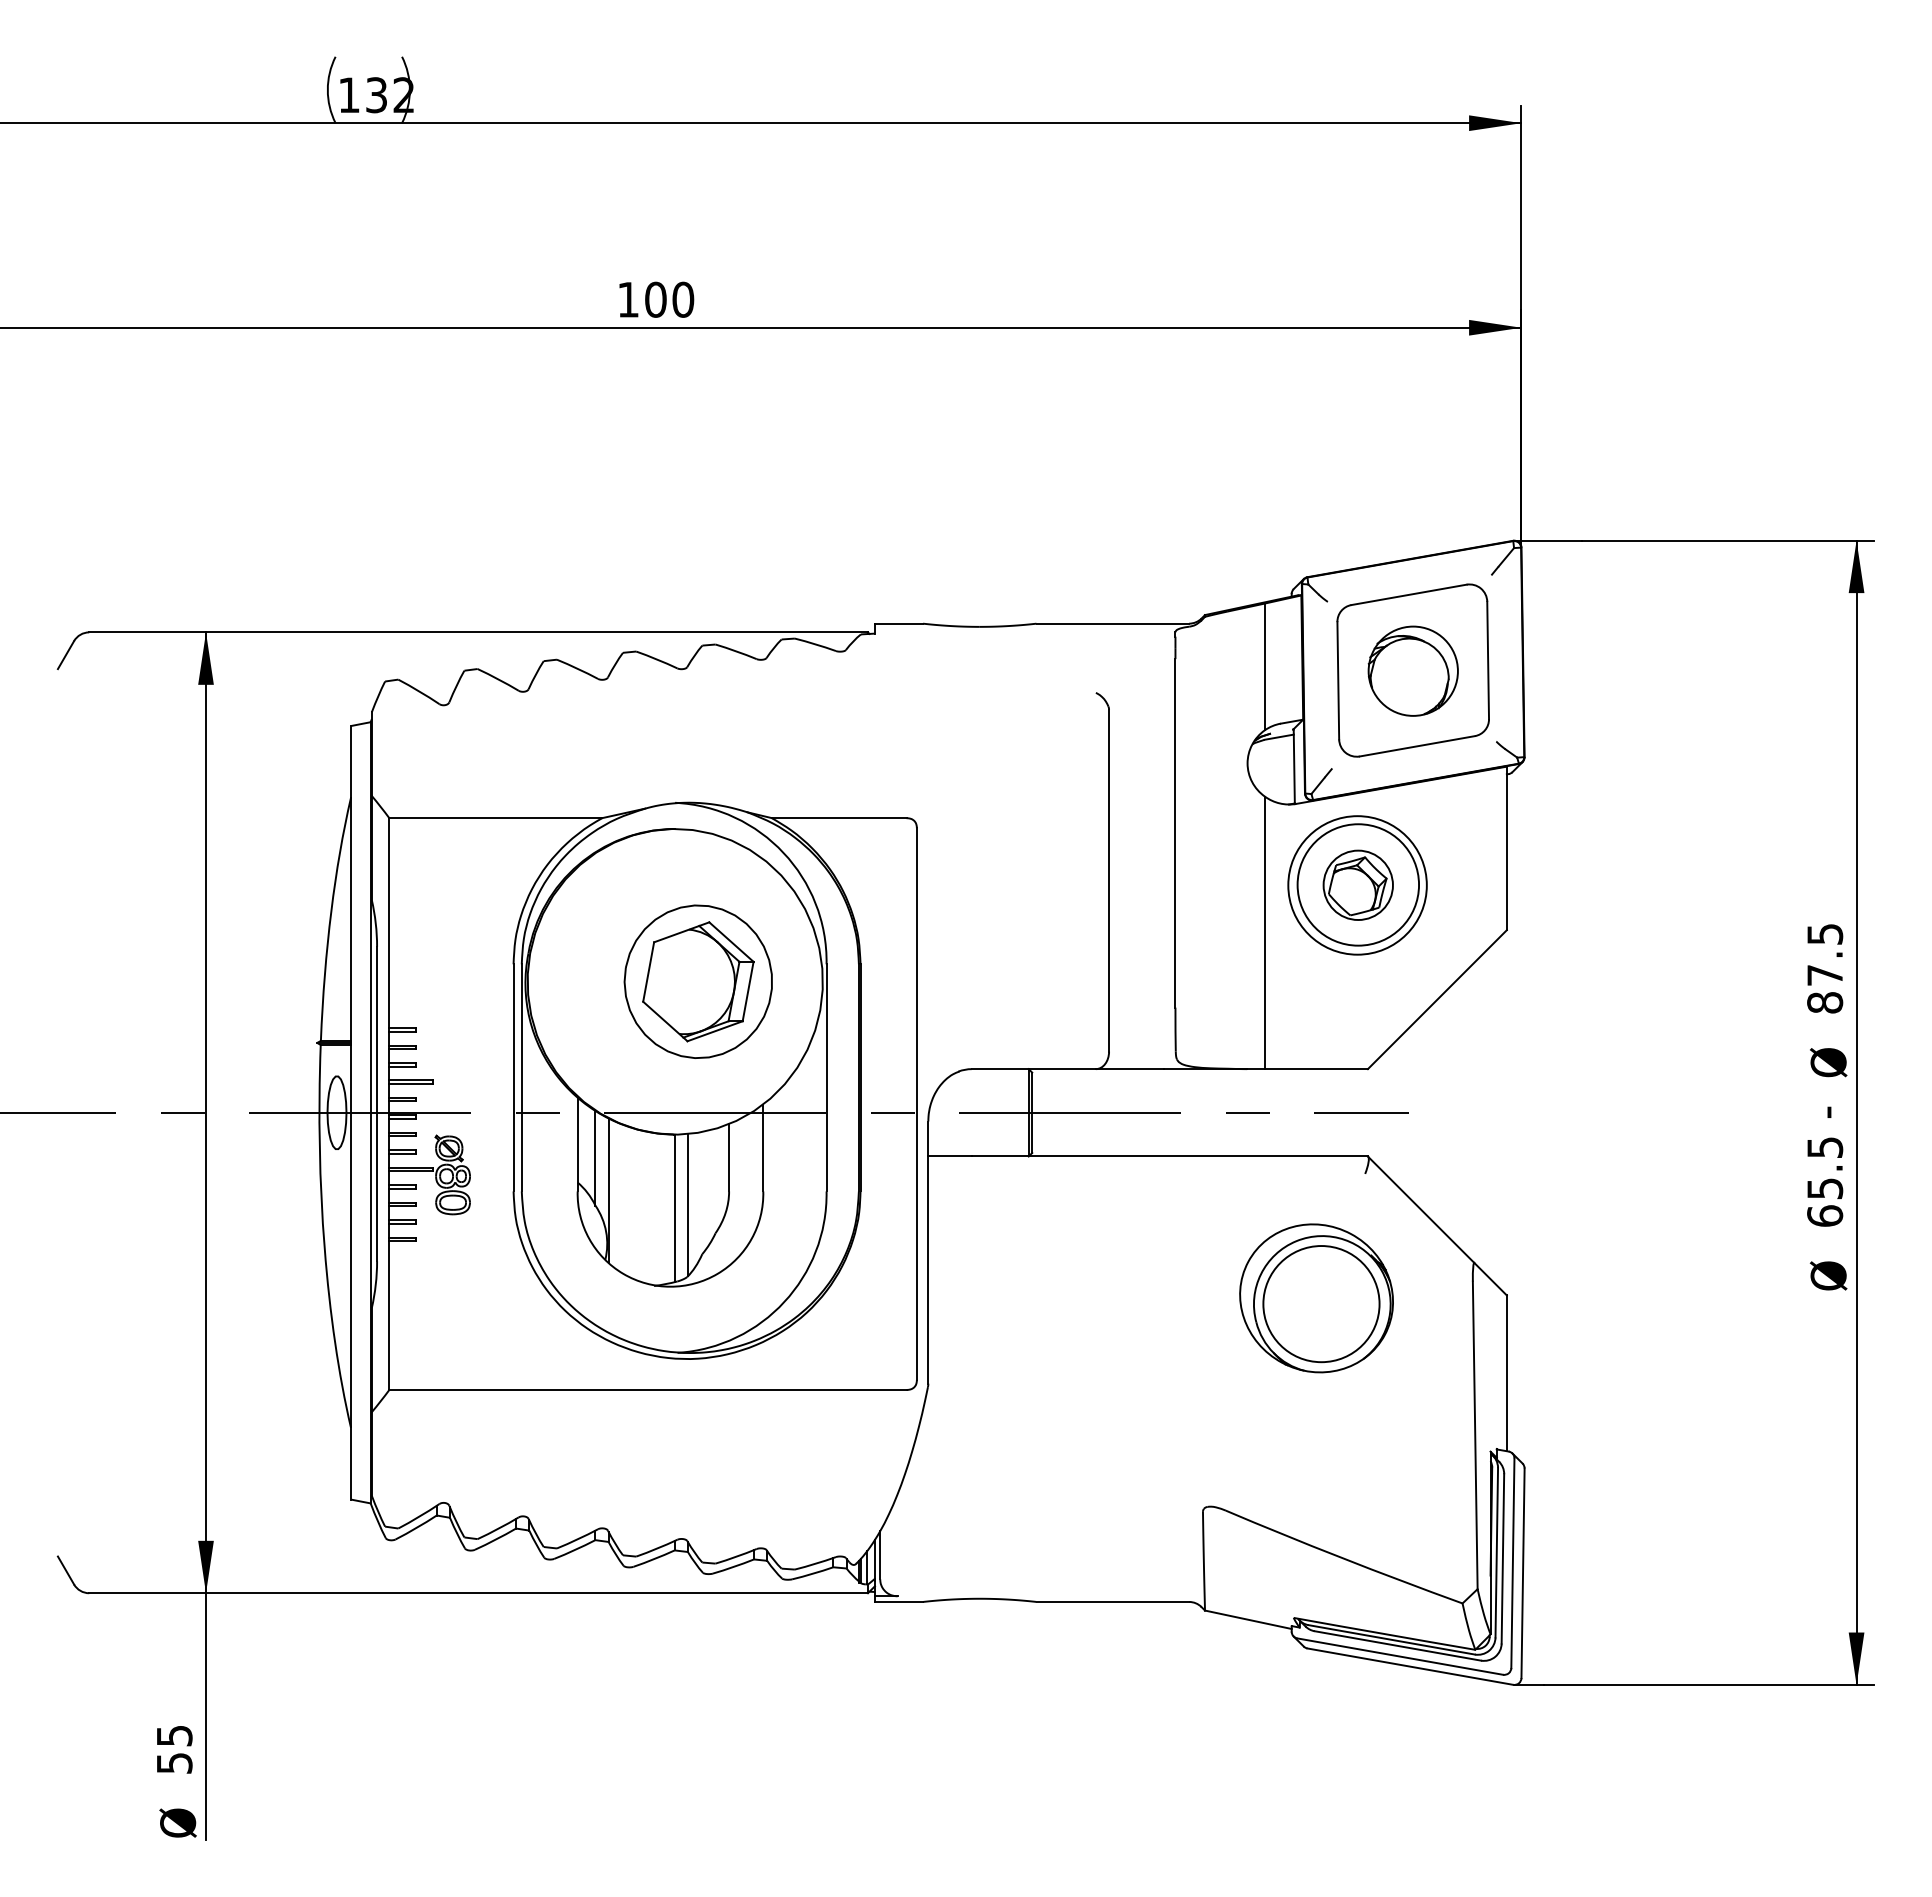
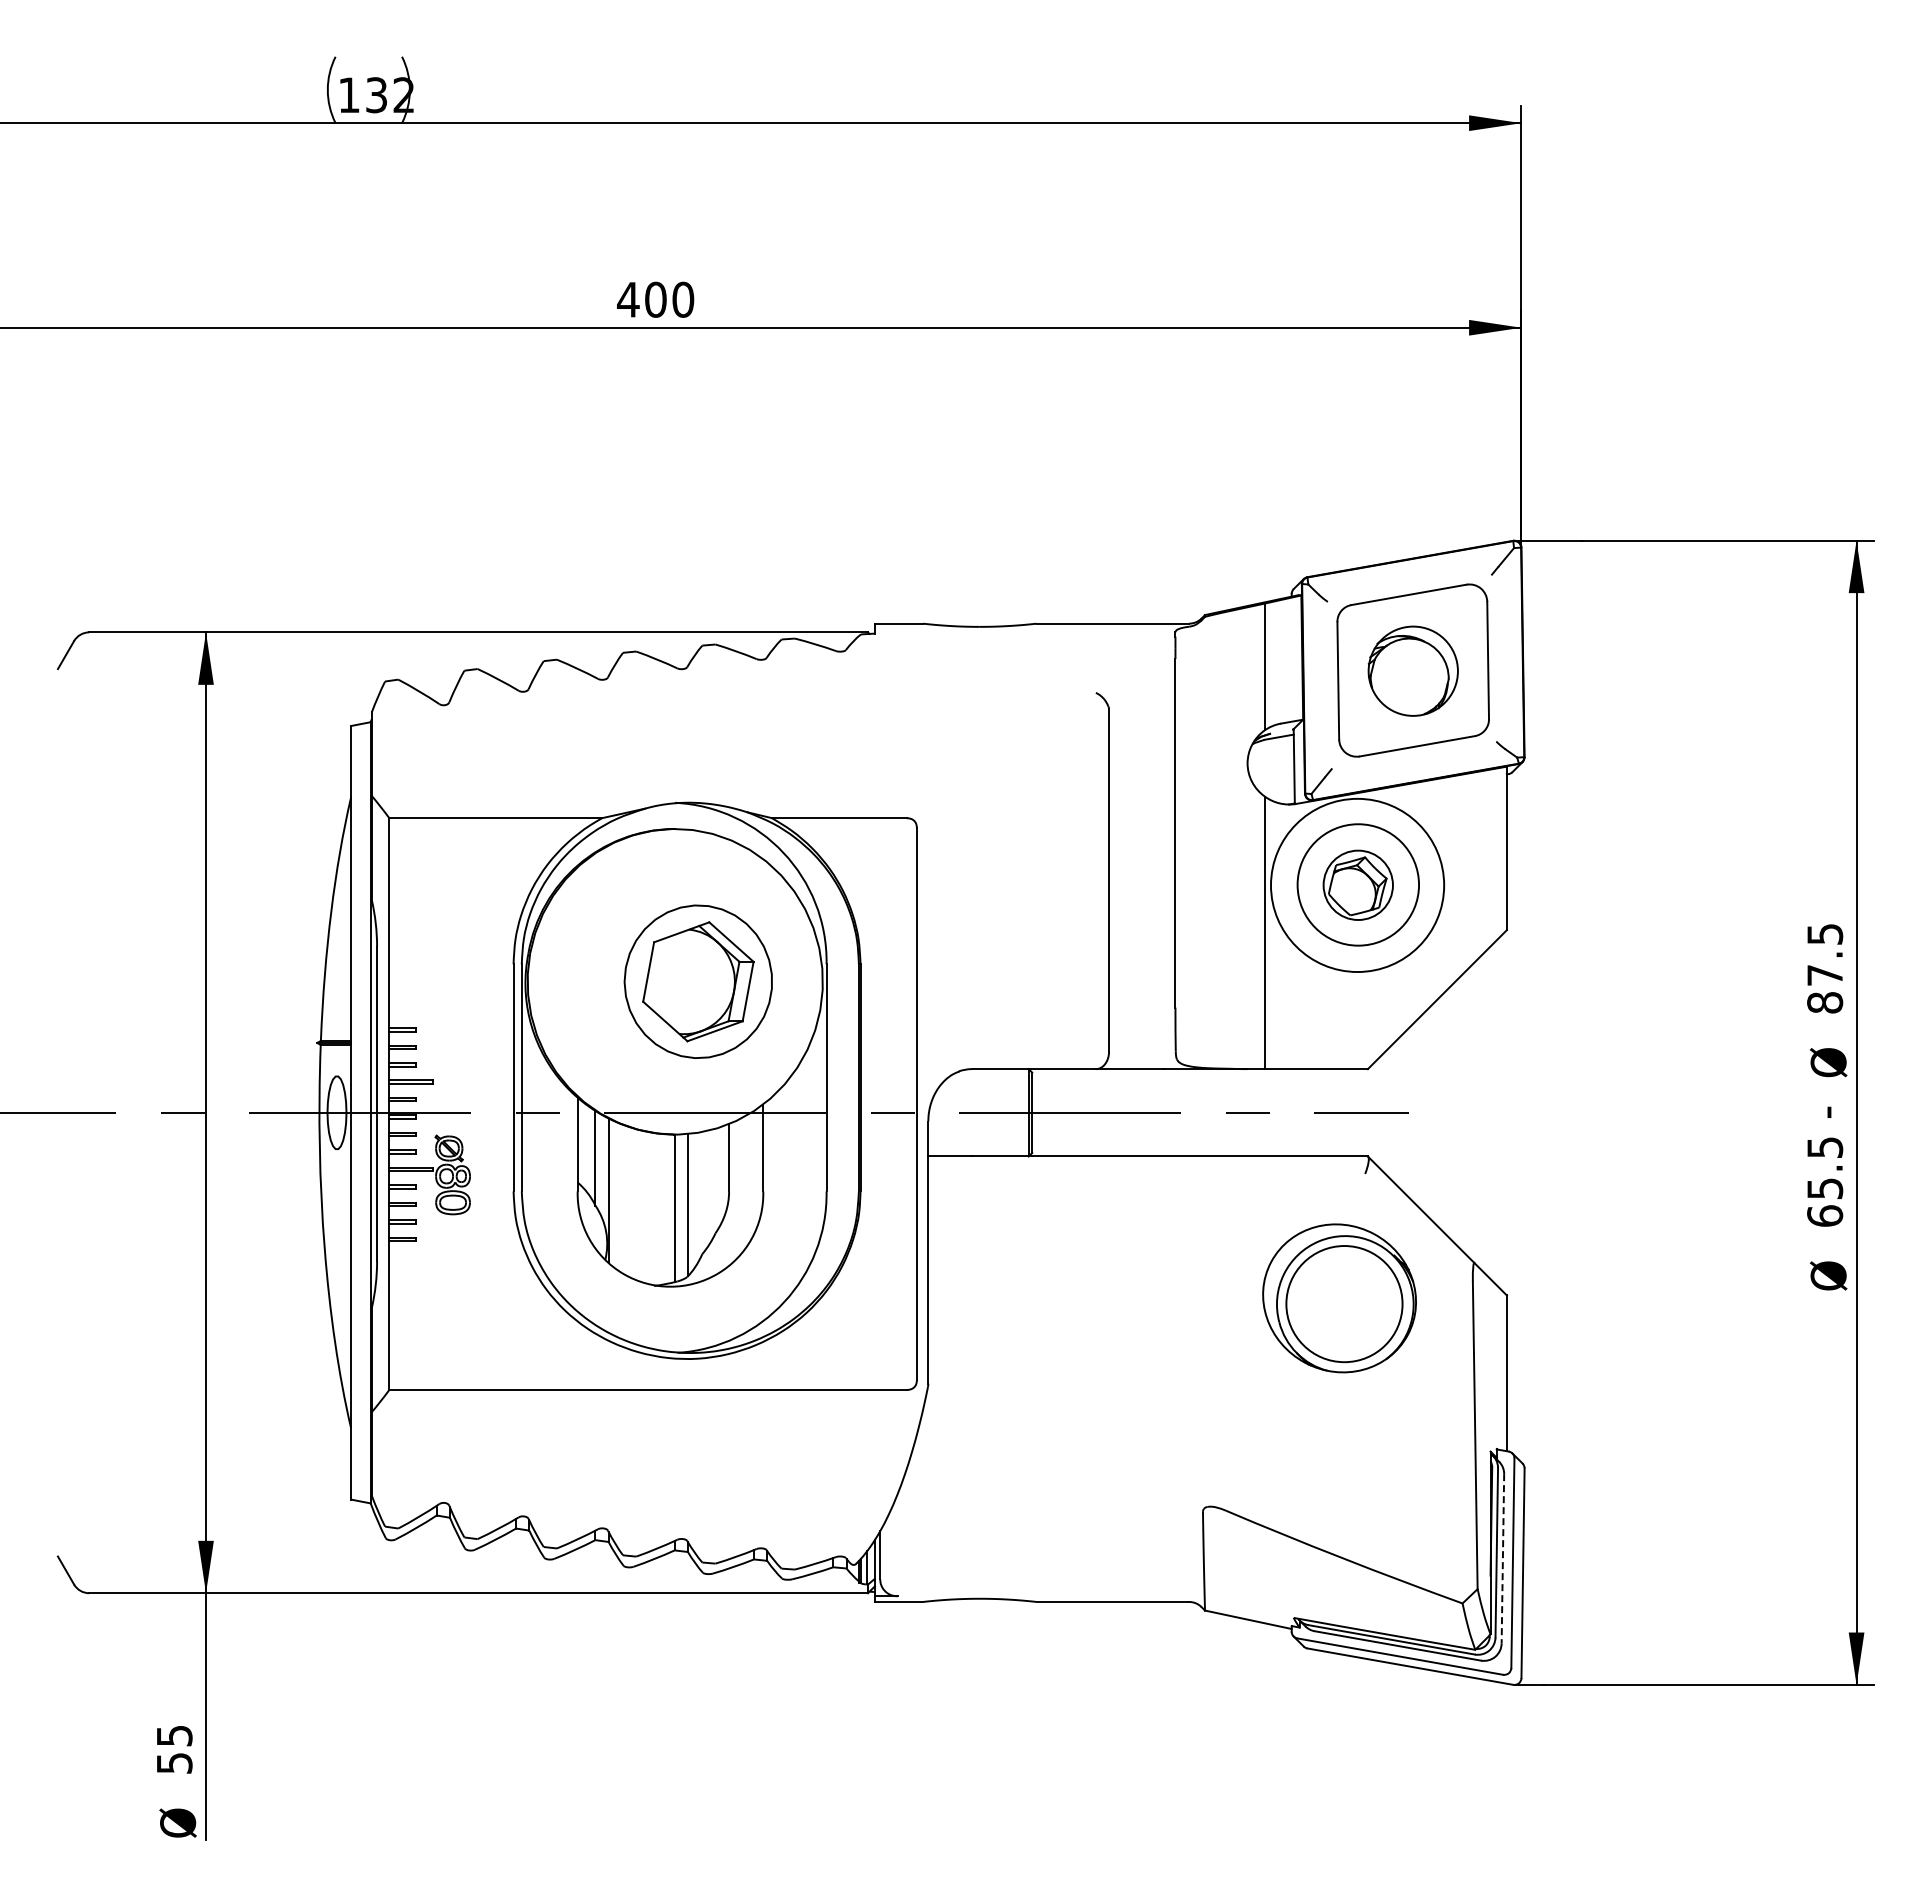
text at (628, 299): 100 -> 400
circle at (1357, 885) diameter: 139 px -> 173 px
part at (1316, 1298) position: (1316, 1298) -> (1339, 1298)
line at (1502, 1558): solid -> dashed
